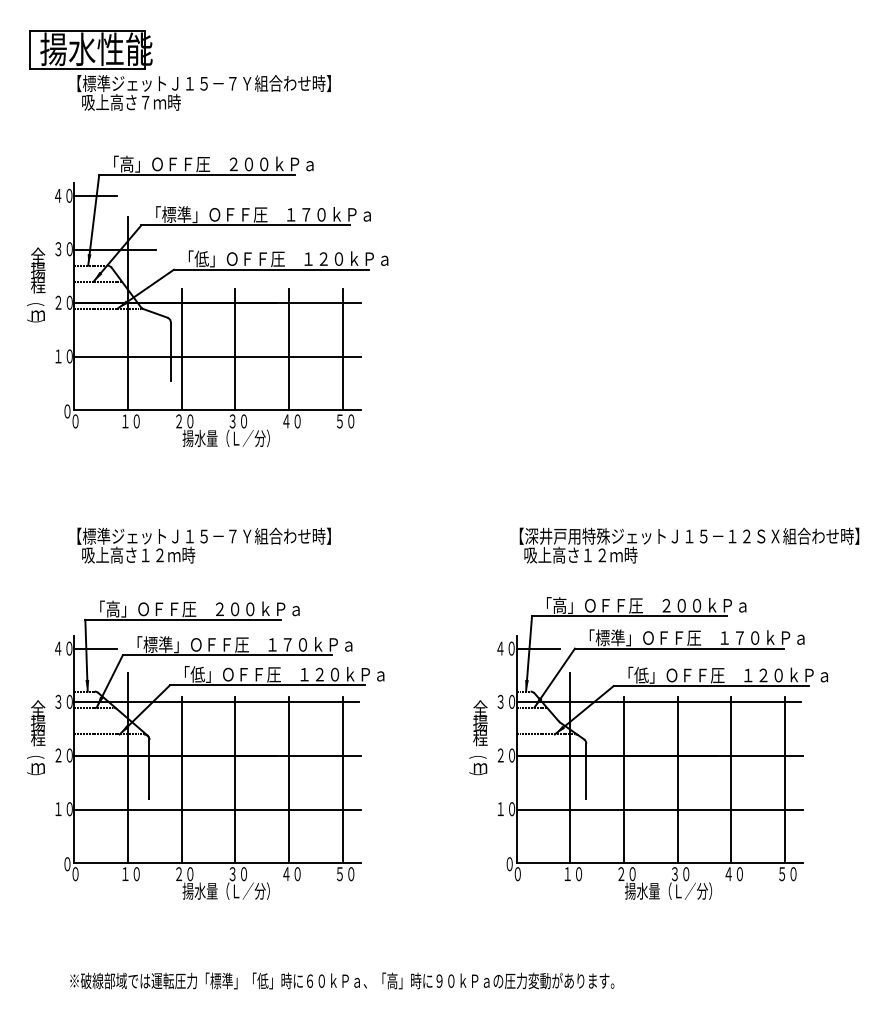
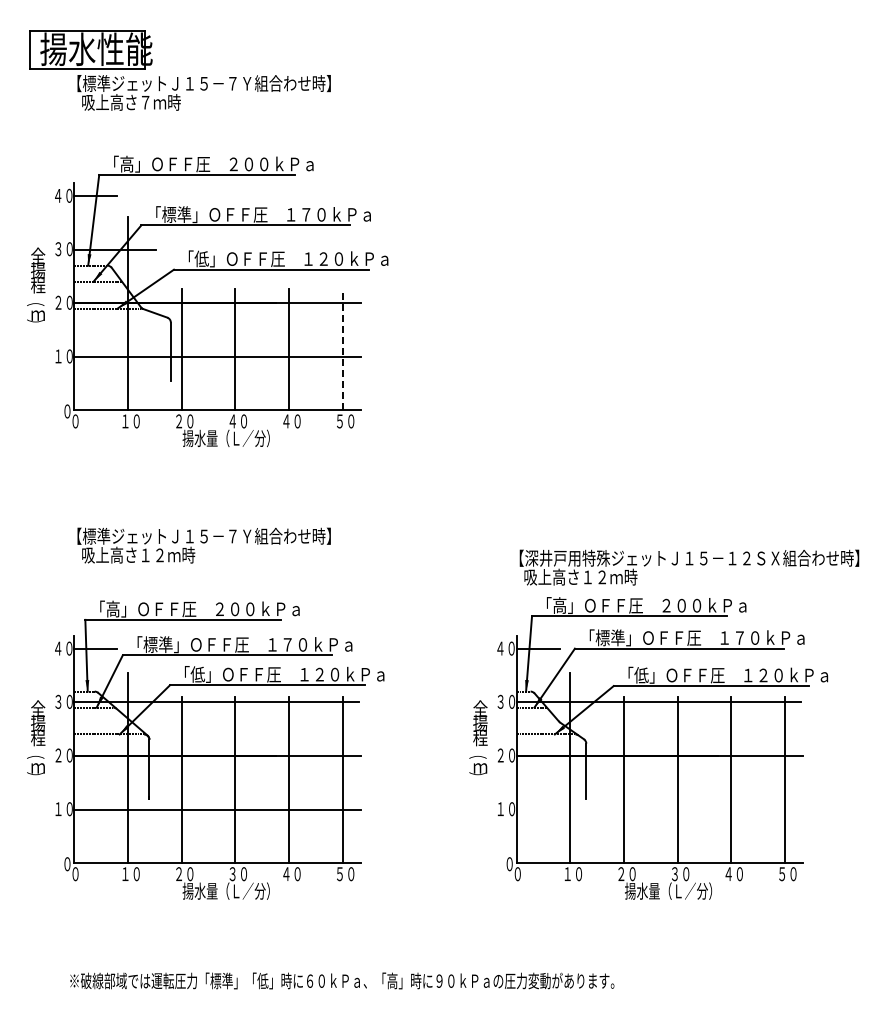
line at (342, 349): solid -> dashed
text at (232, 421): ３０ -> ４０
text at (689, 545) position: (689, 545) -> (689, 567)
line at (659, 809): present -> none
